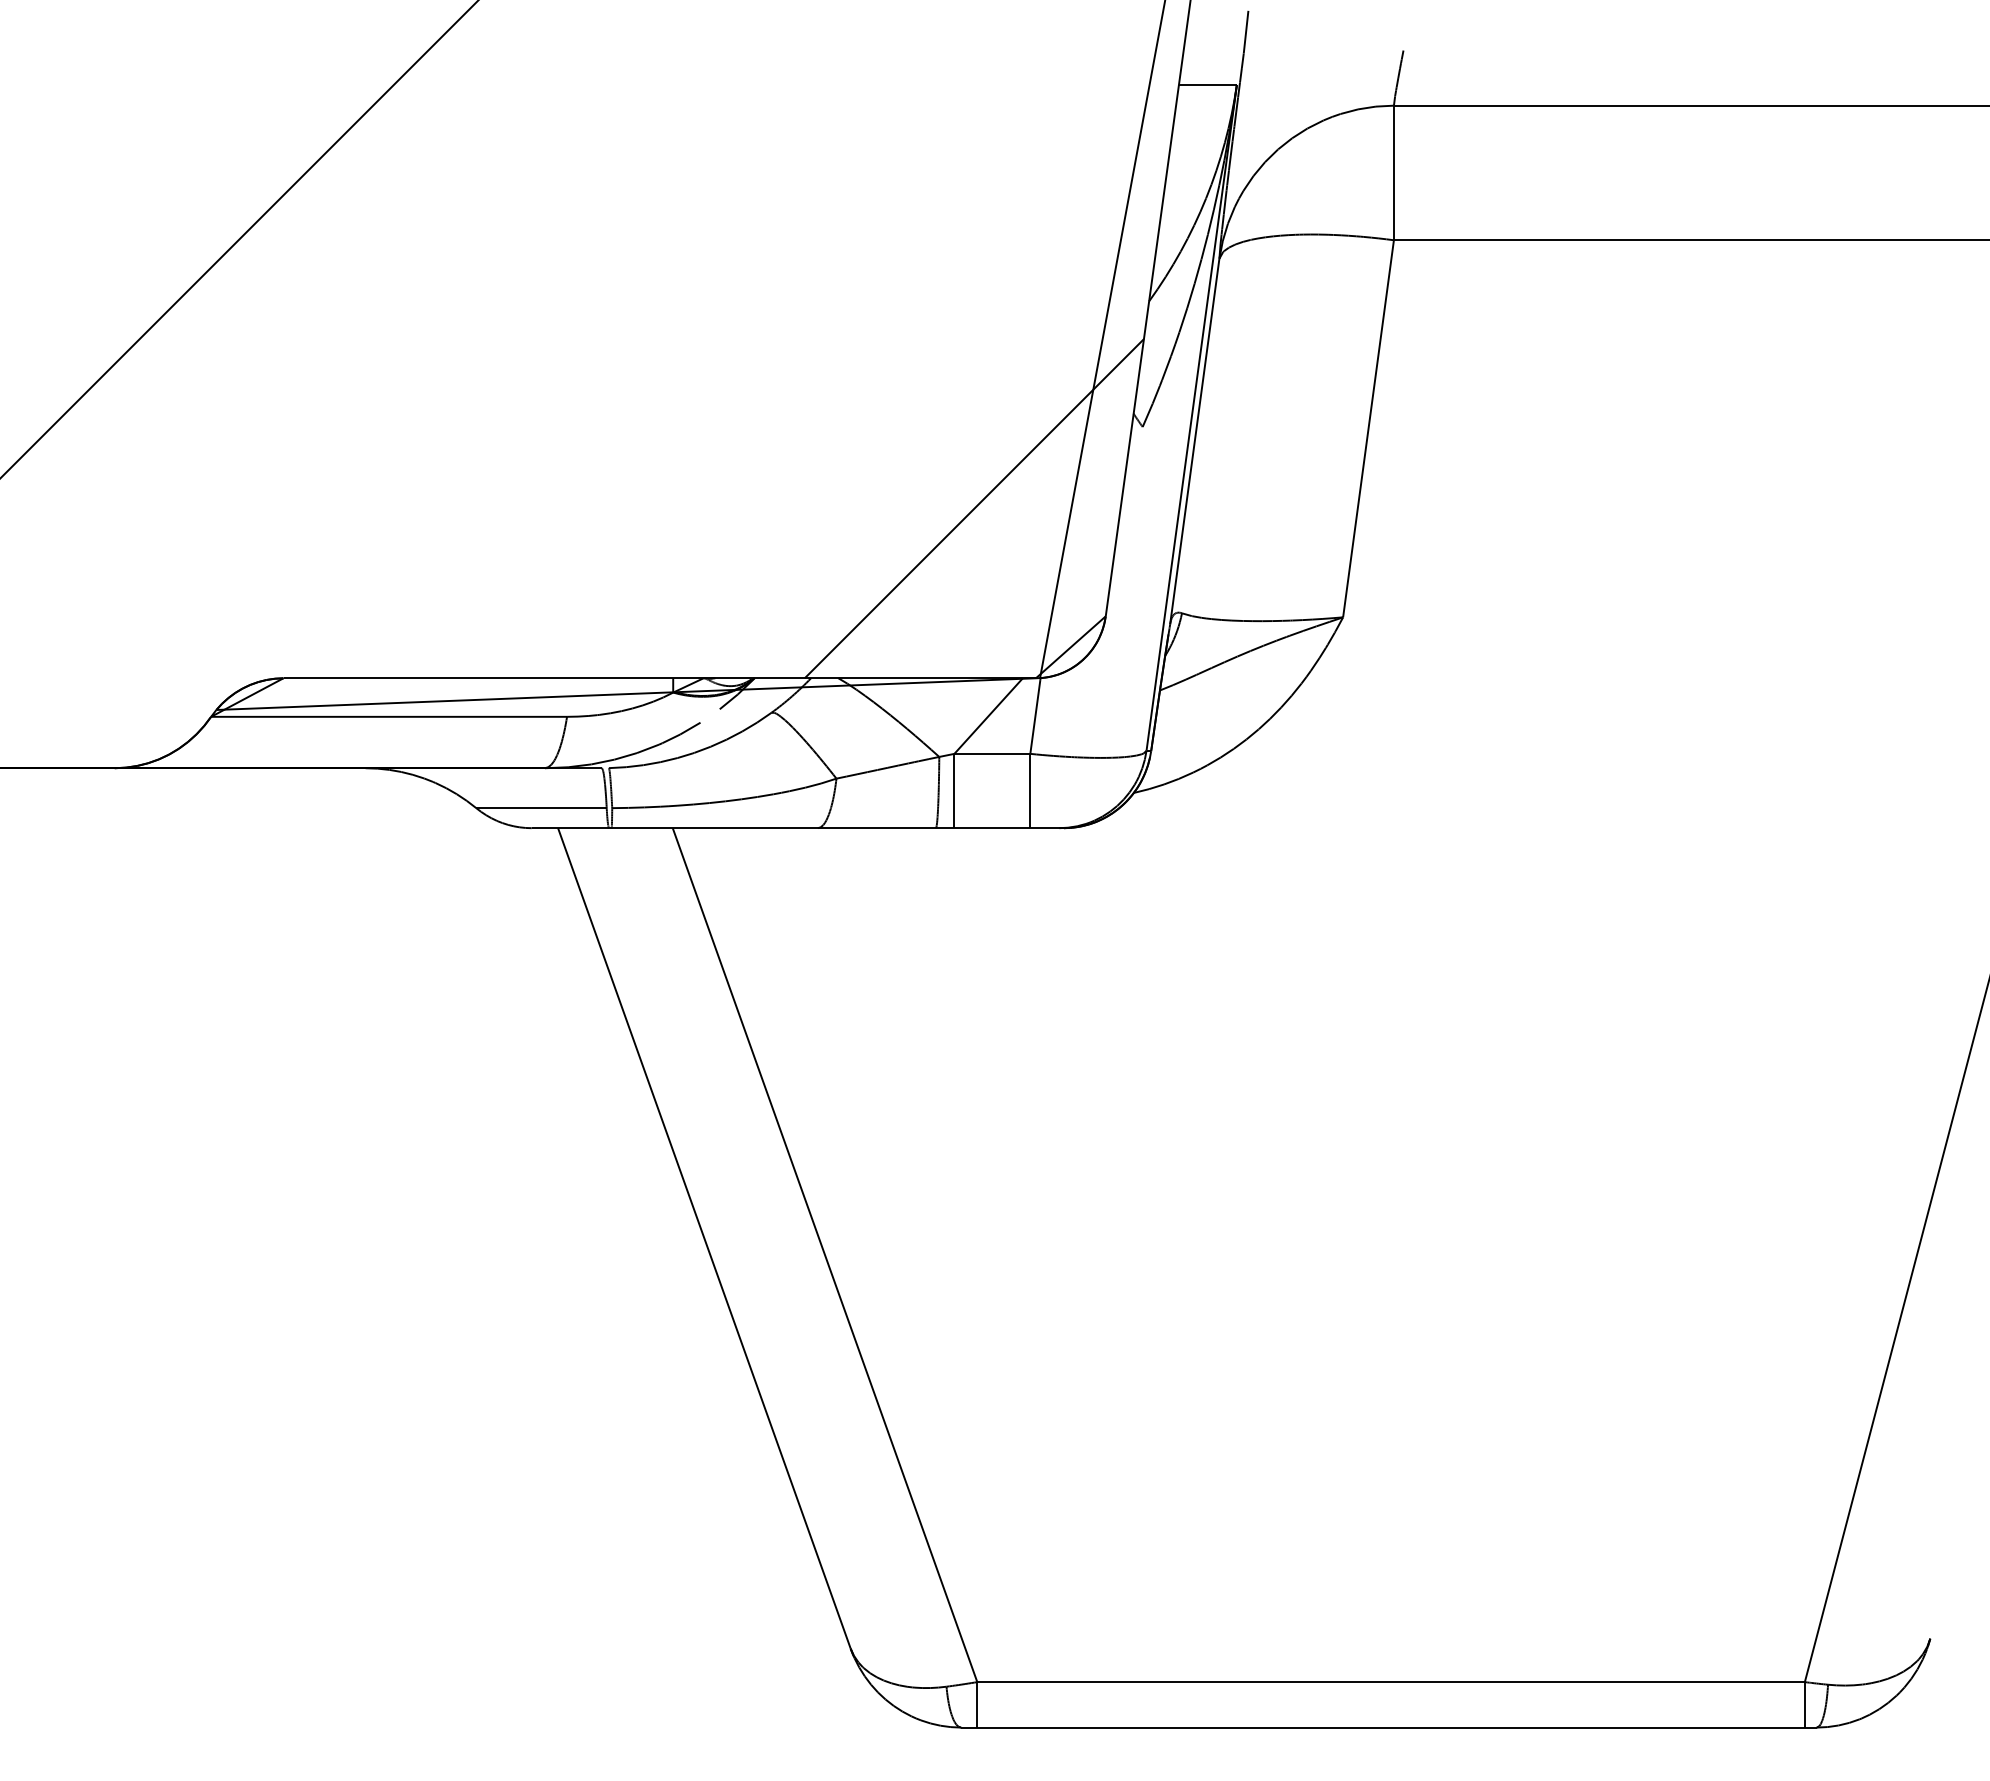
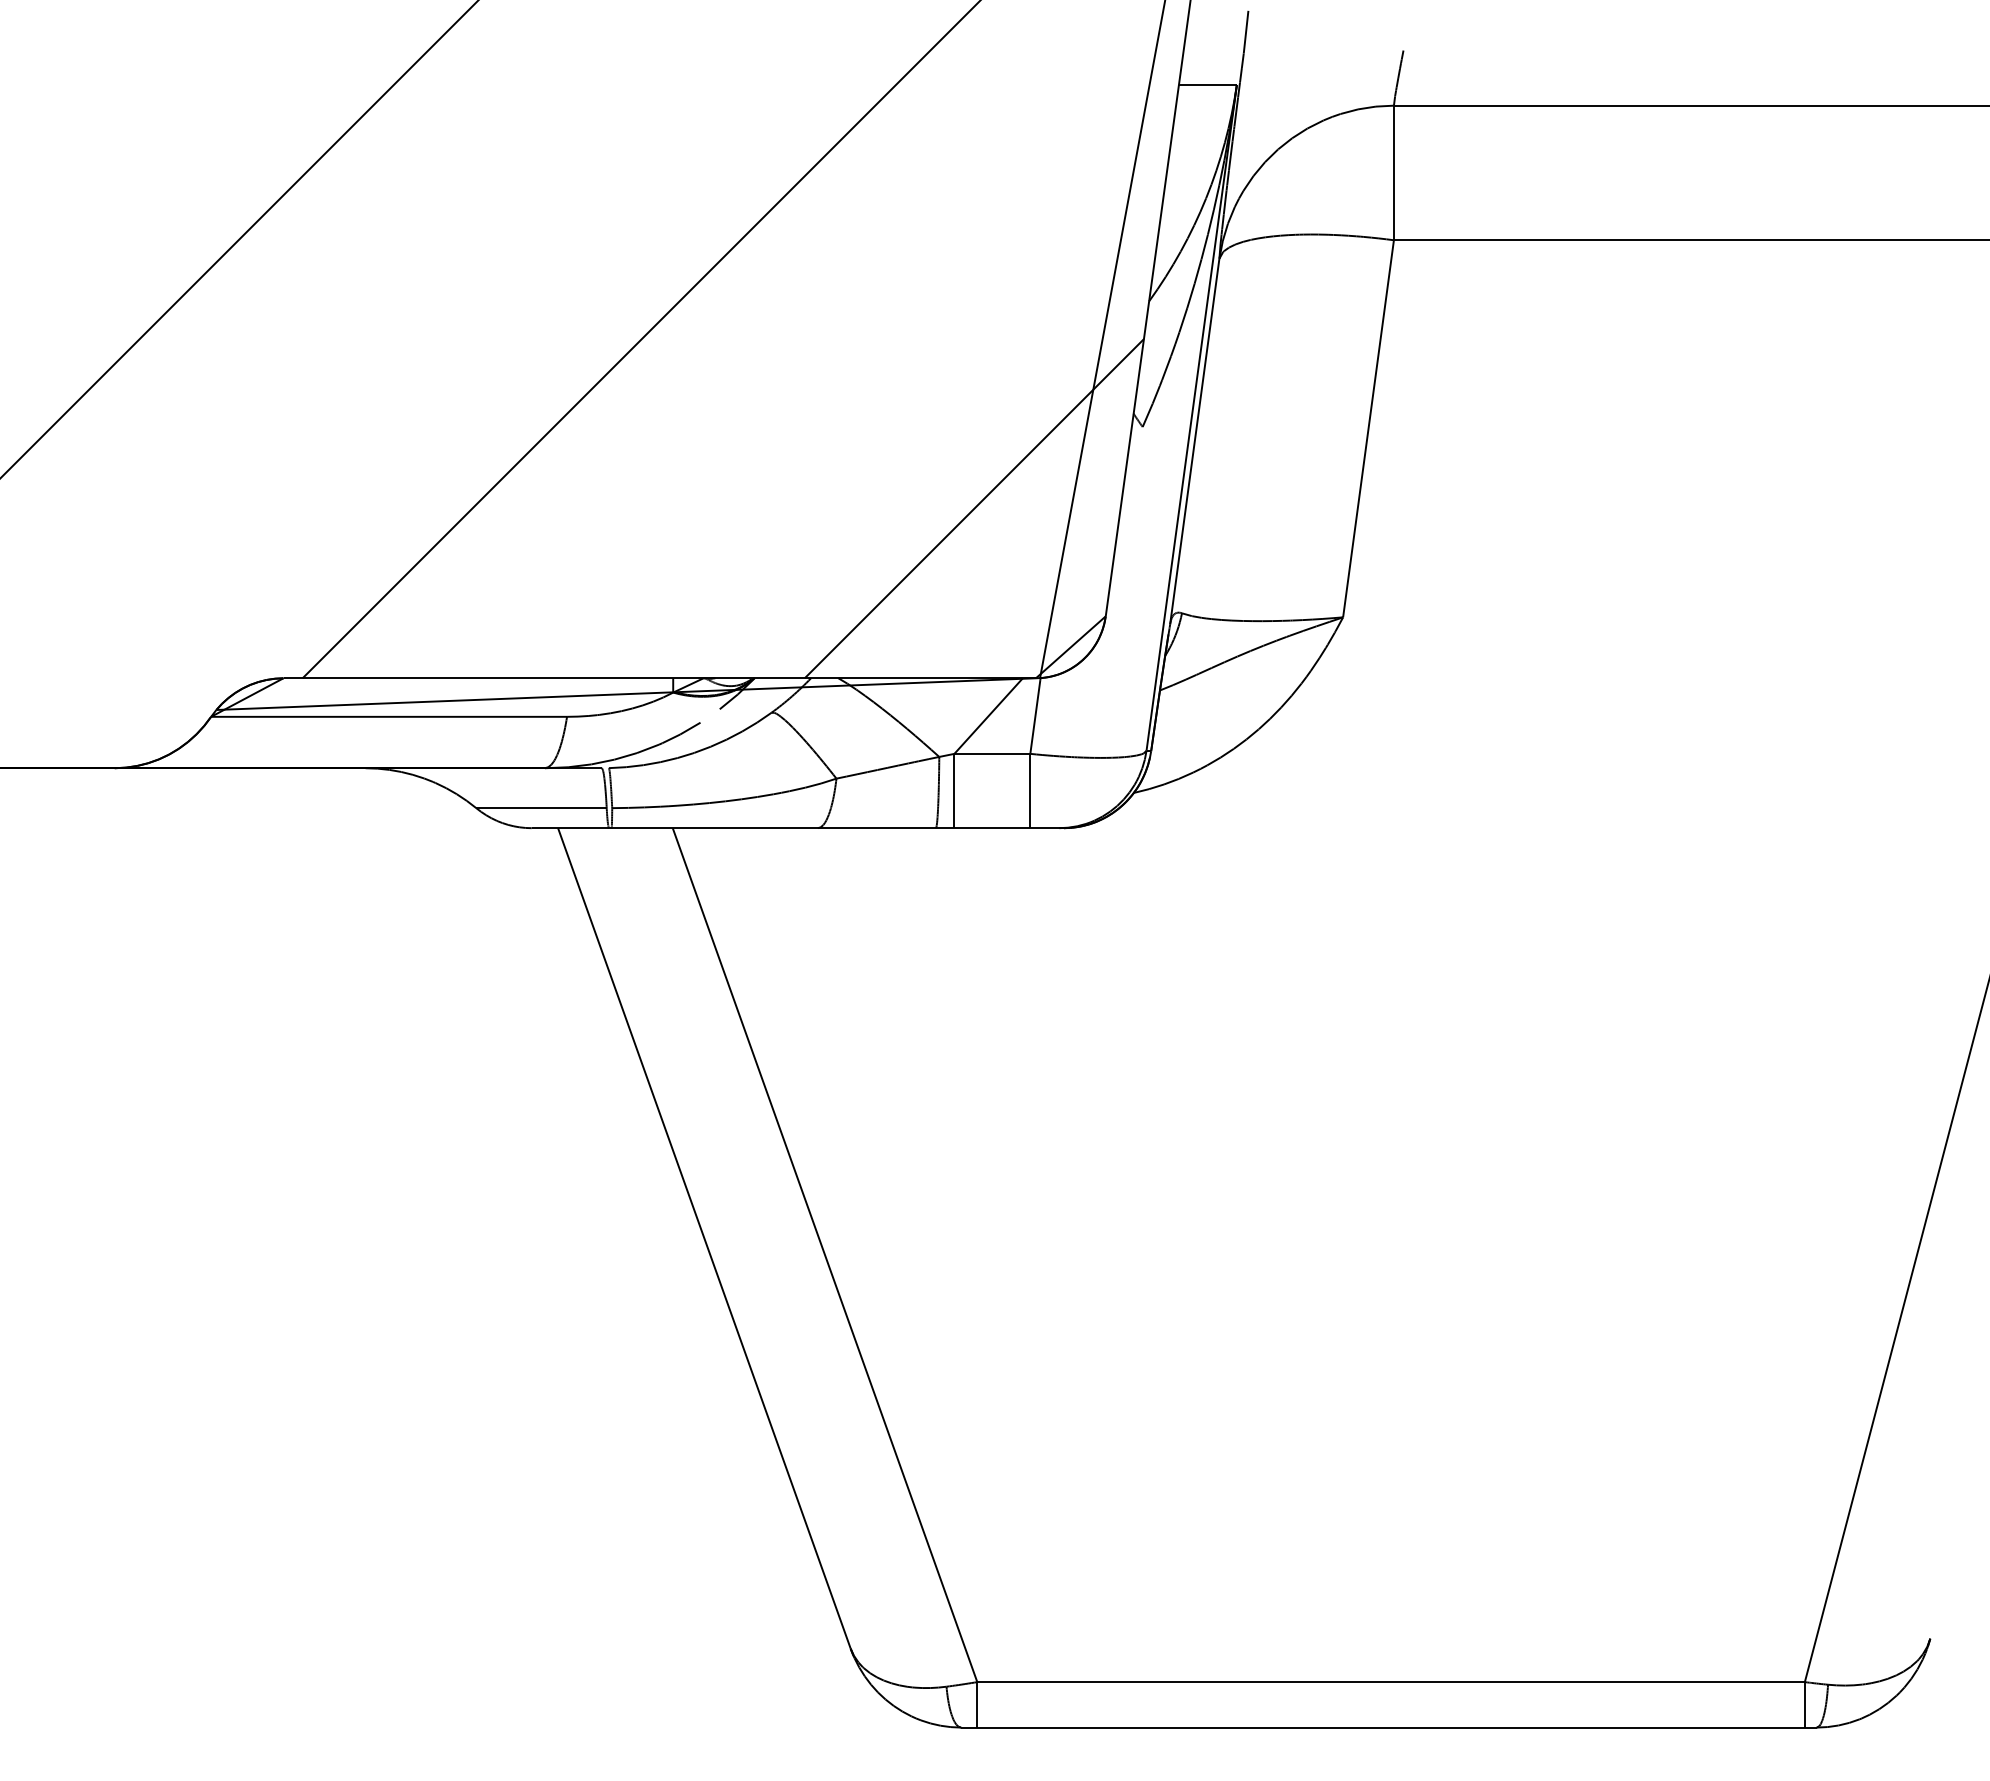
line at (640, 340): none -> present
